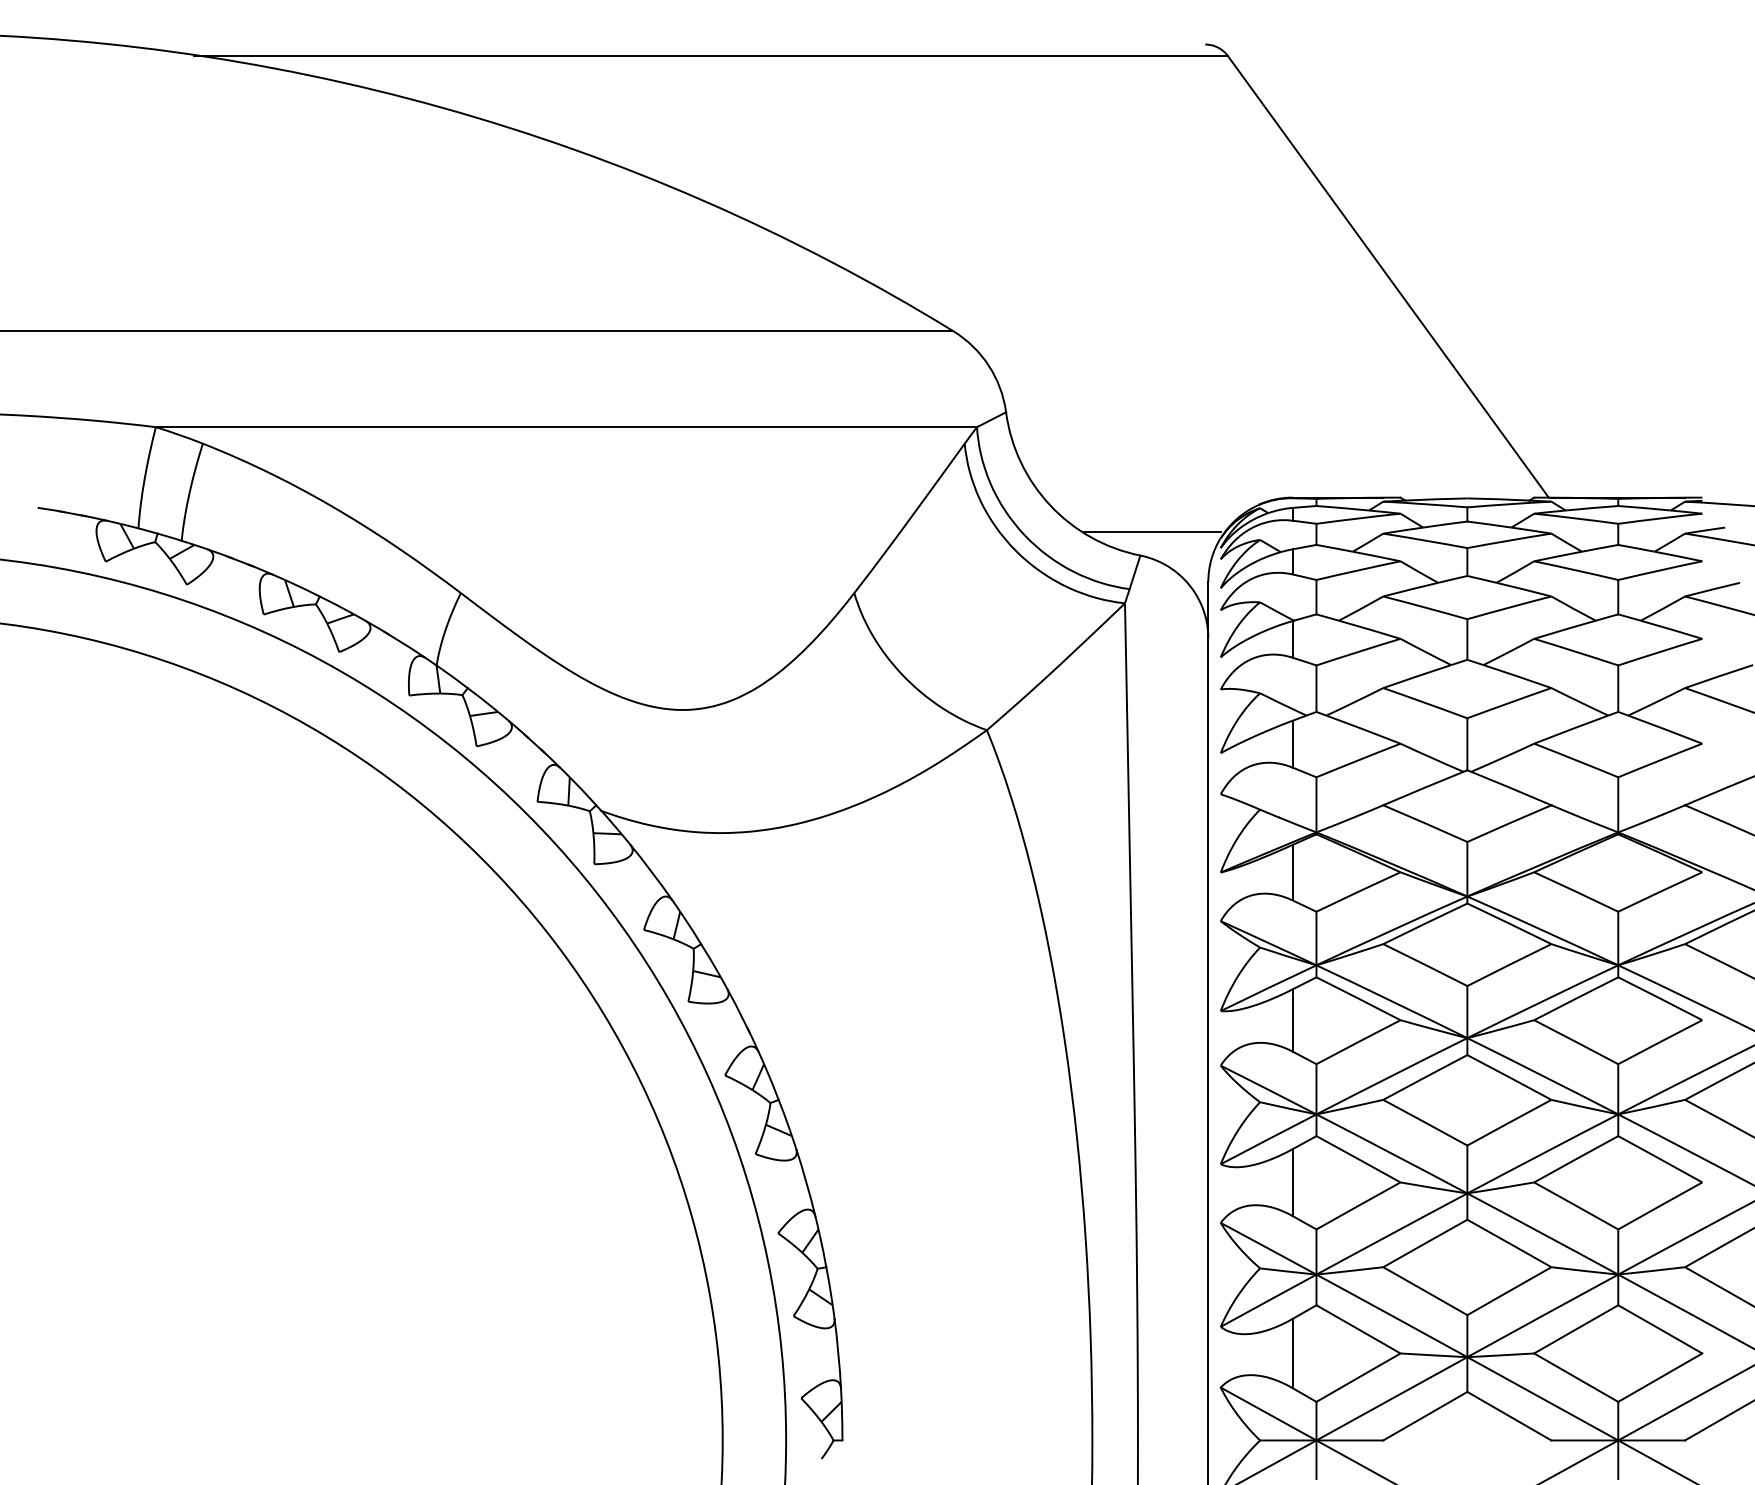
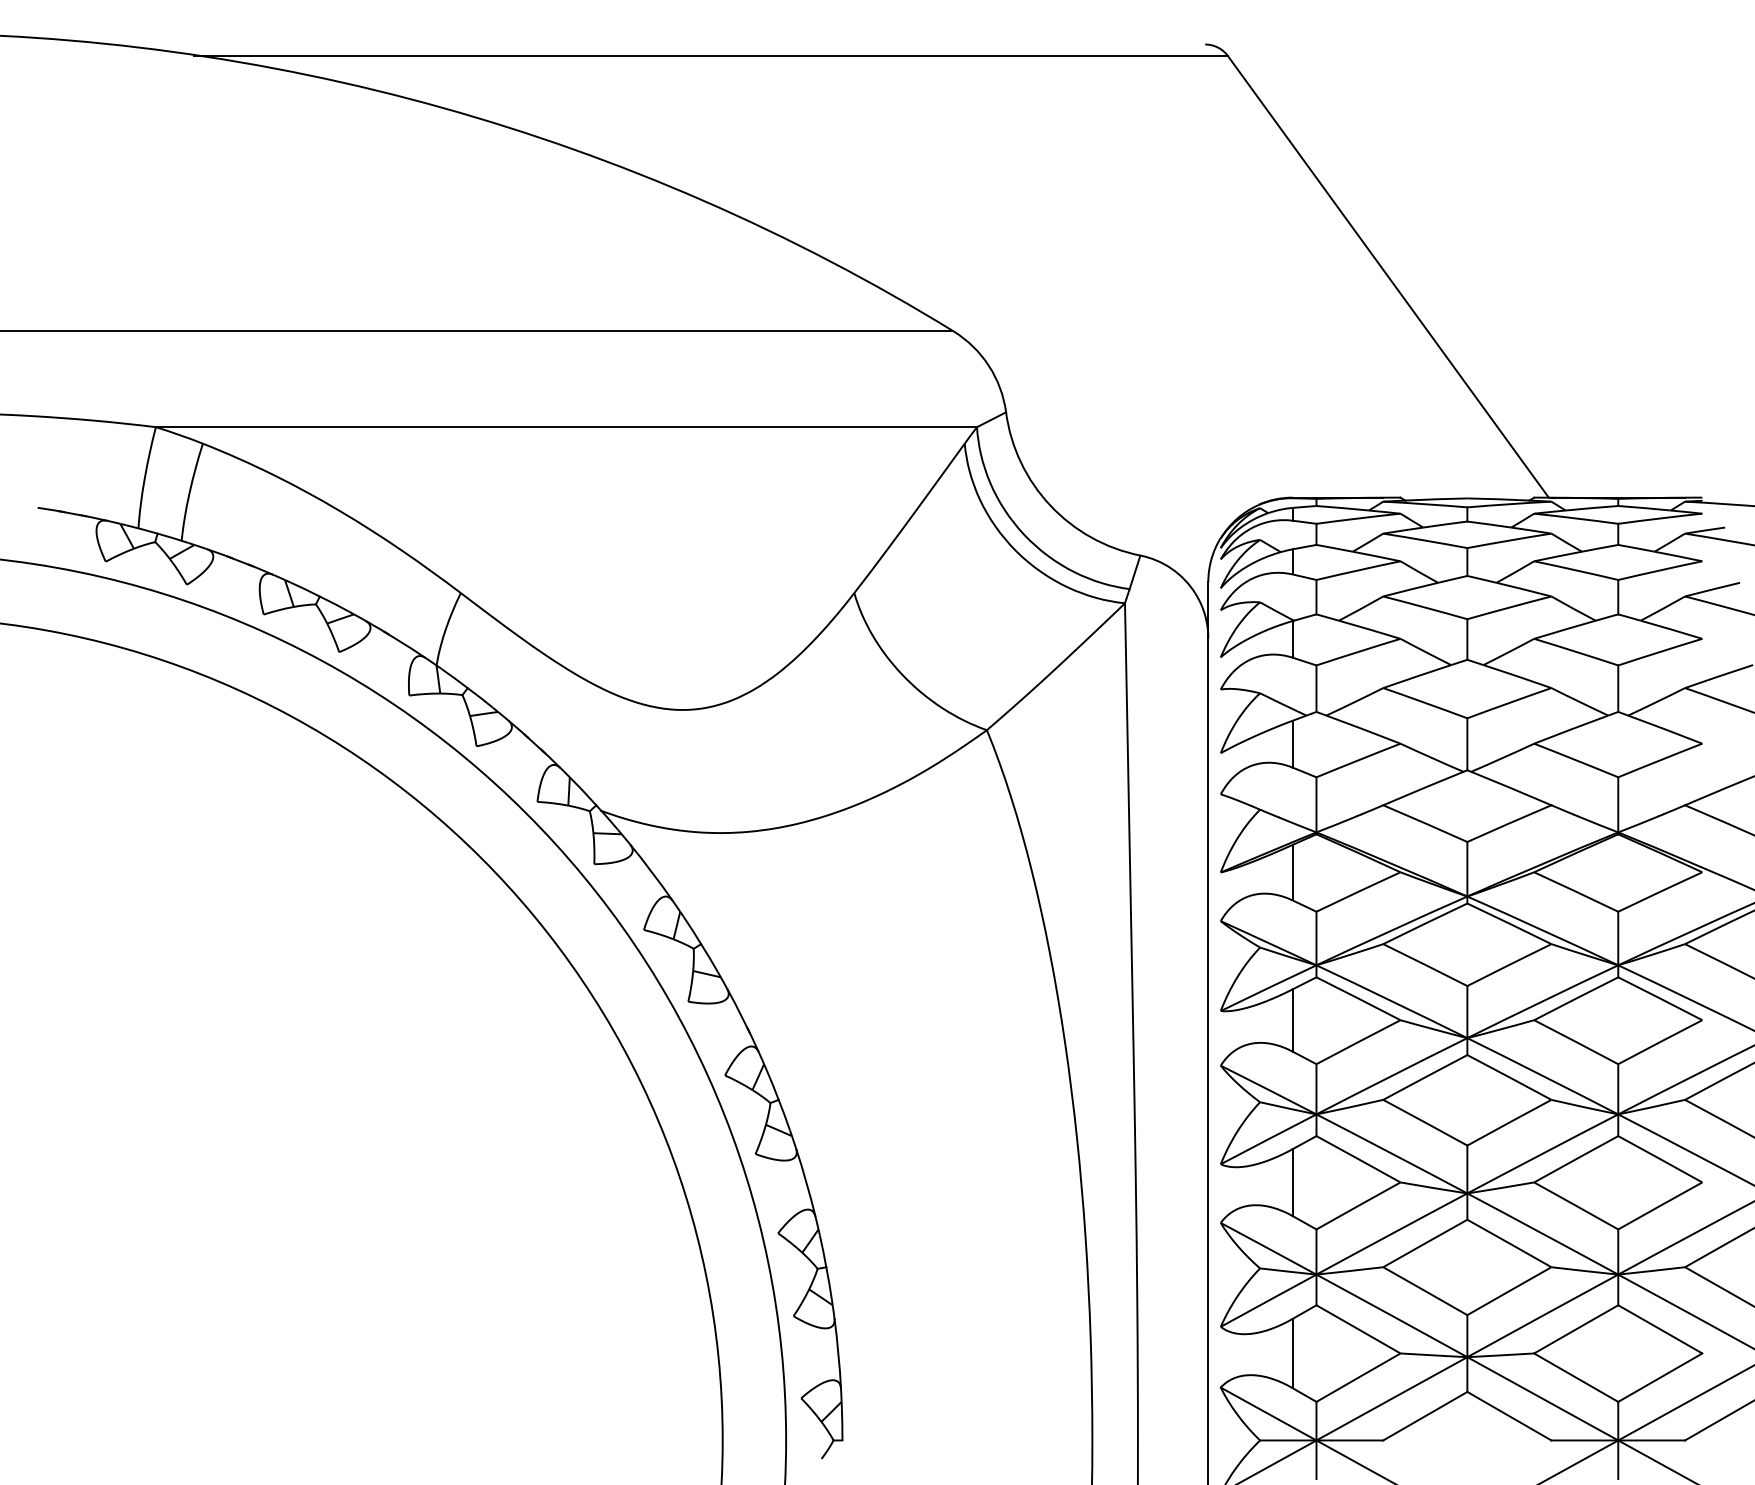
line at (1151, 531): present -> none
